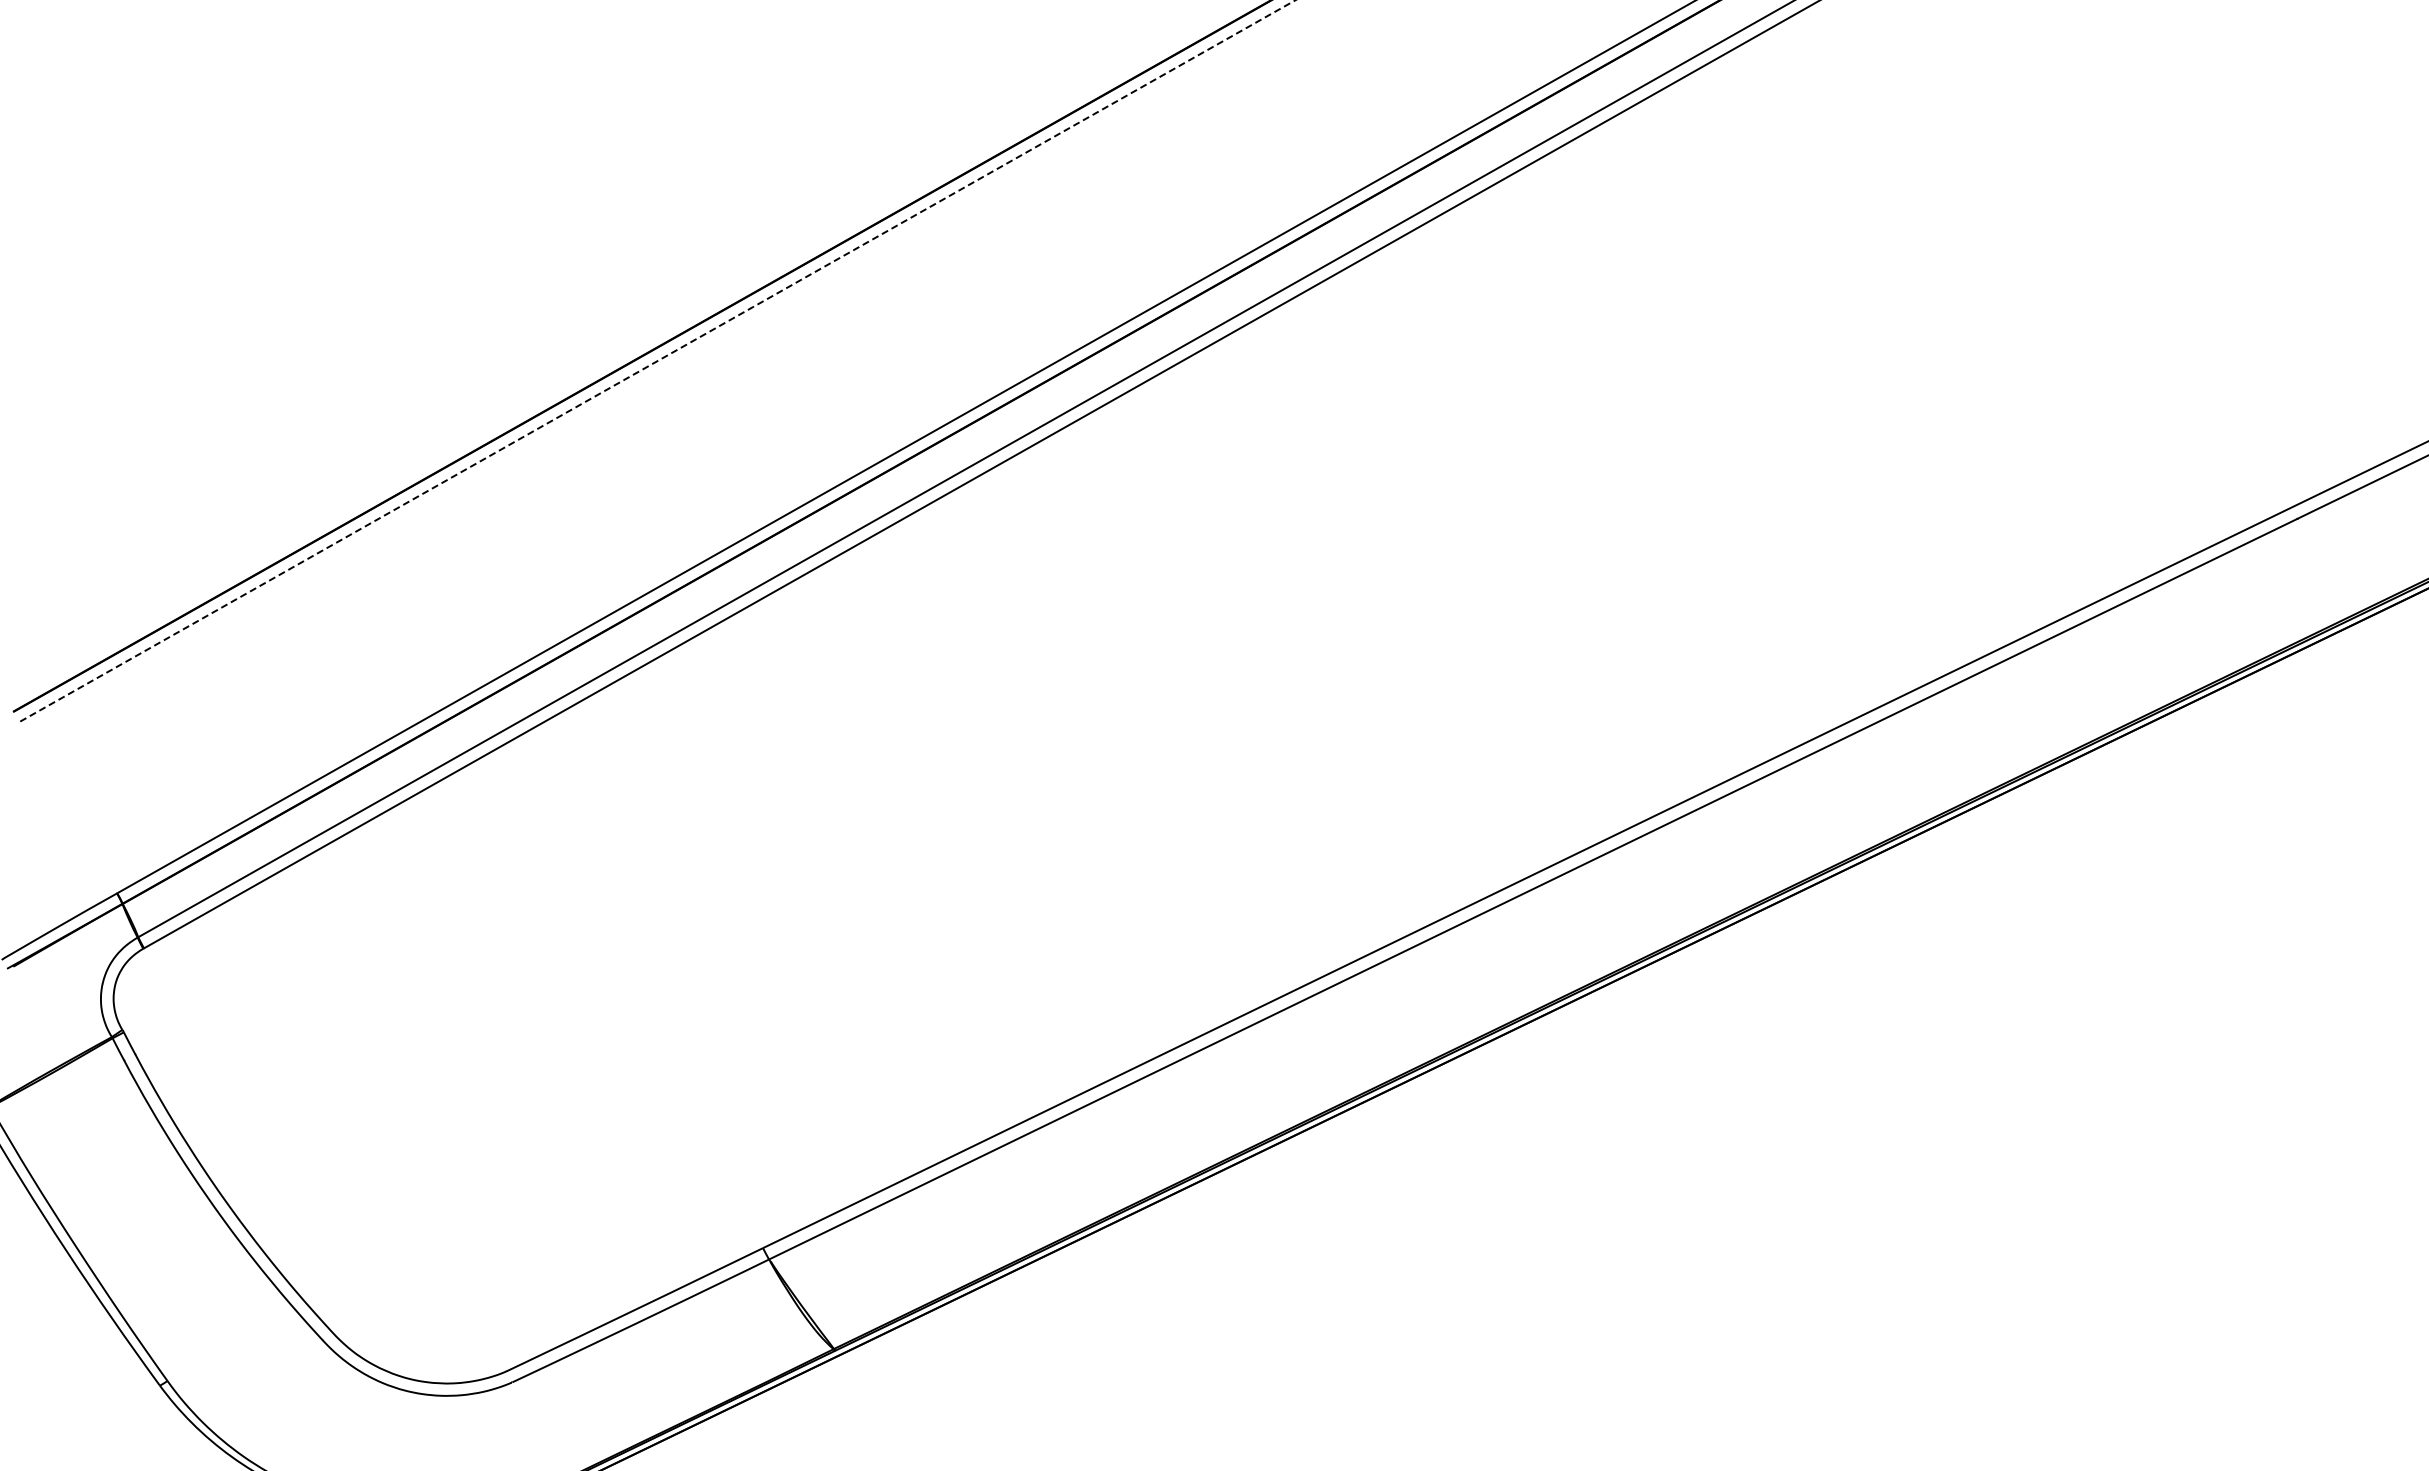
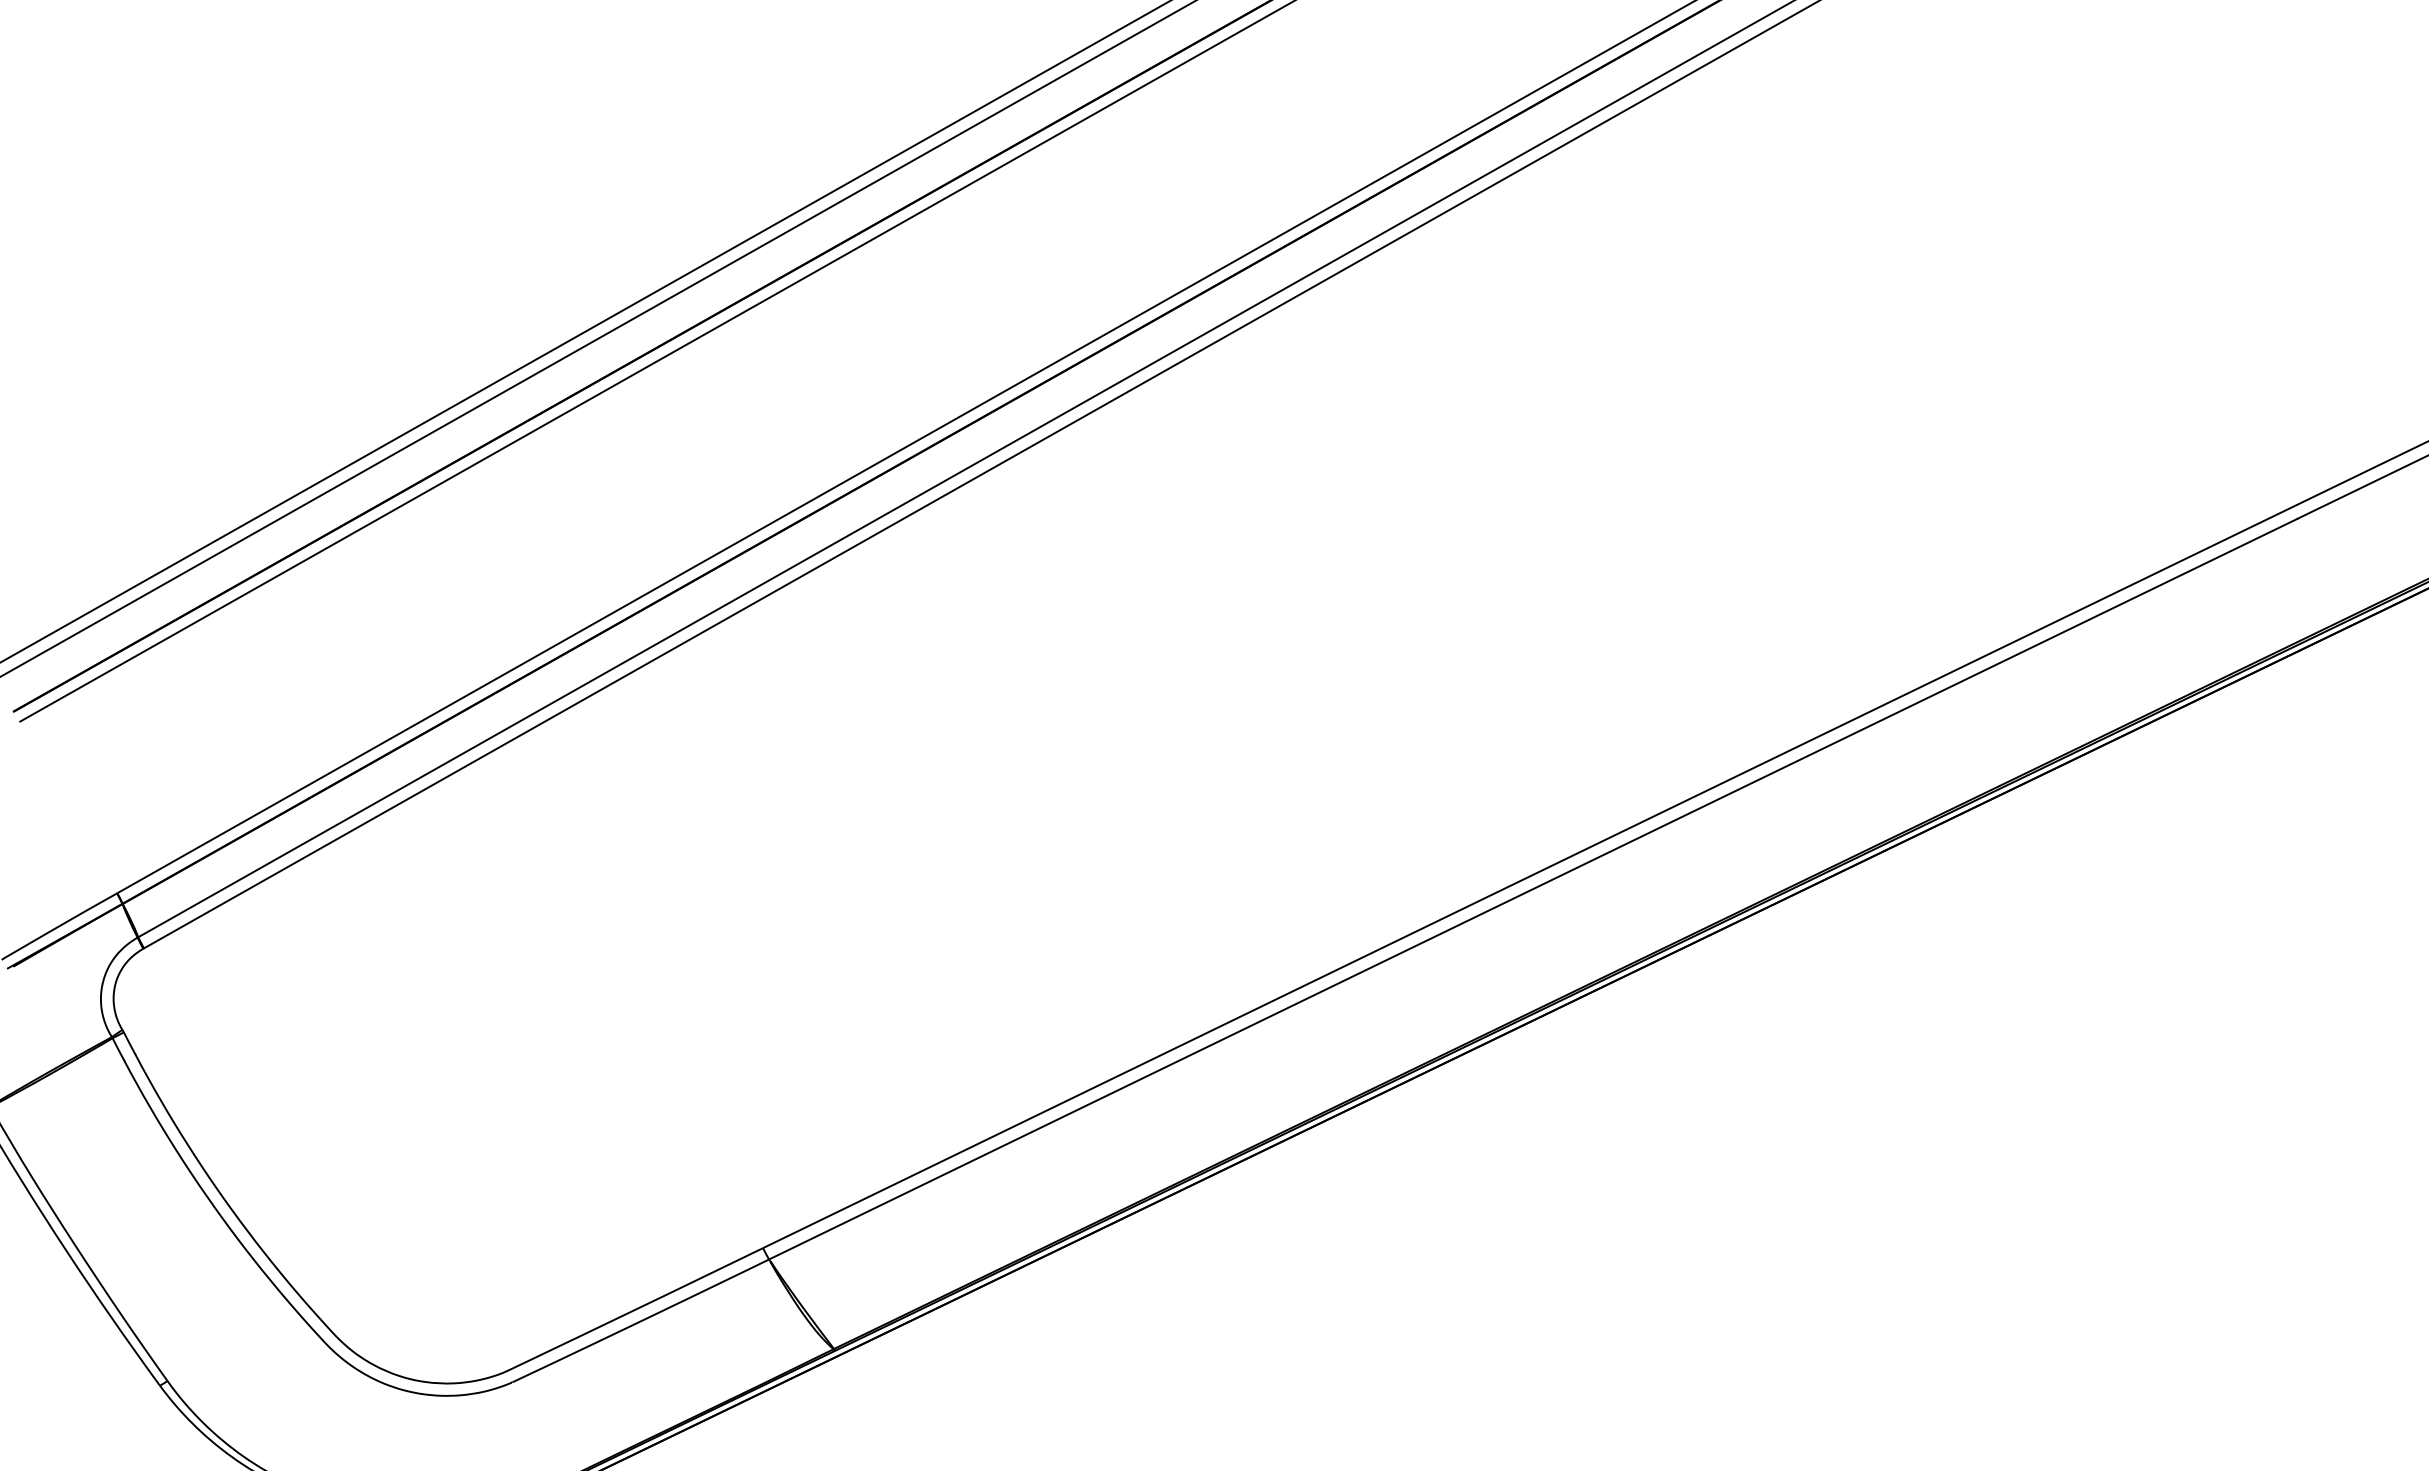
line at (585, 331): none -> present
line at (597, 338): none -> present
line at (658, 360): dashed -> solid
